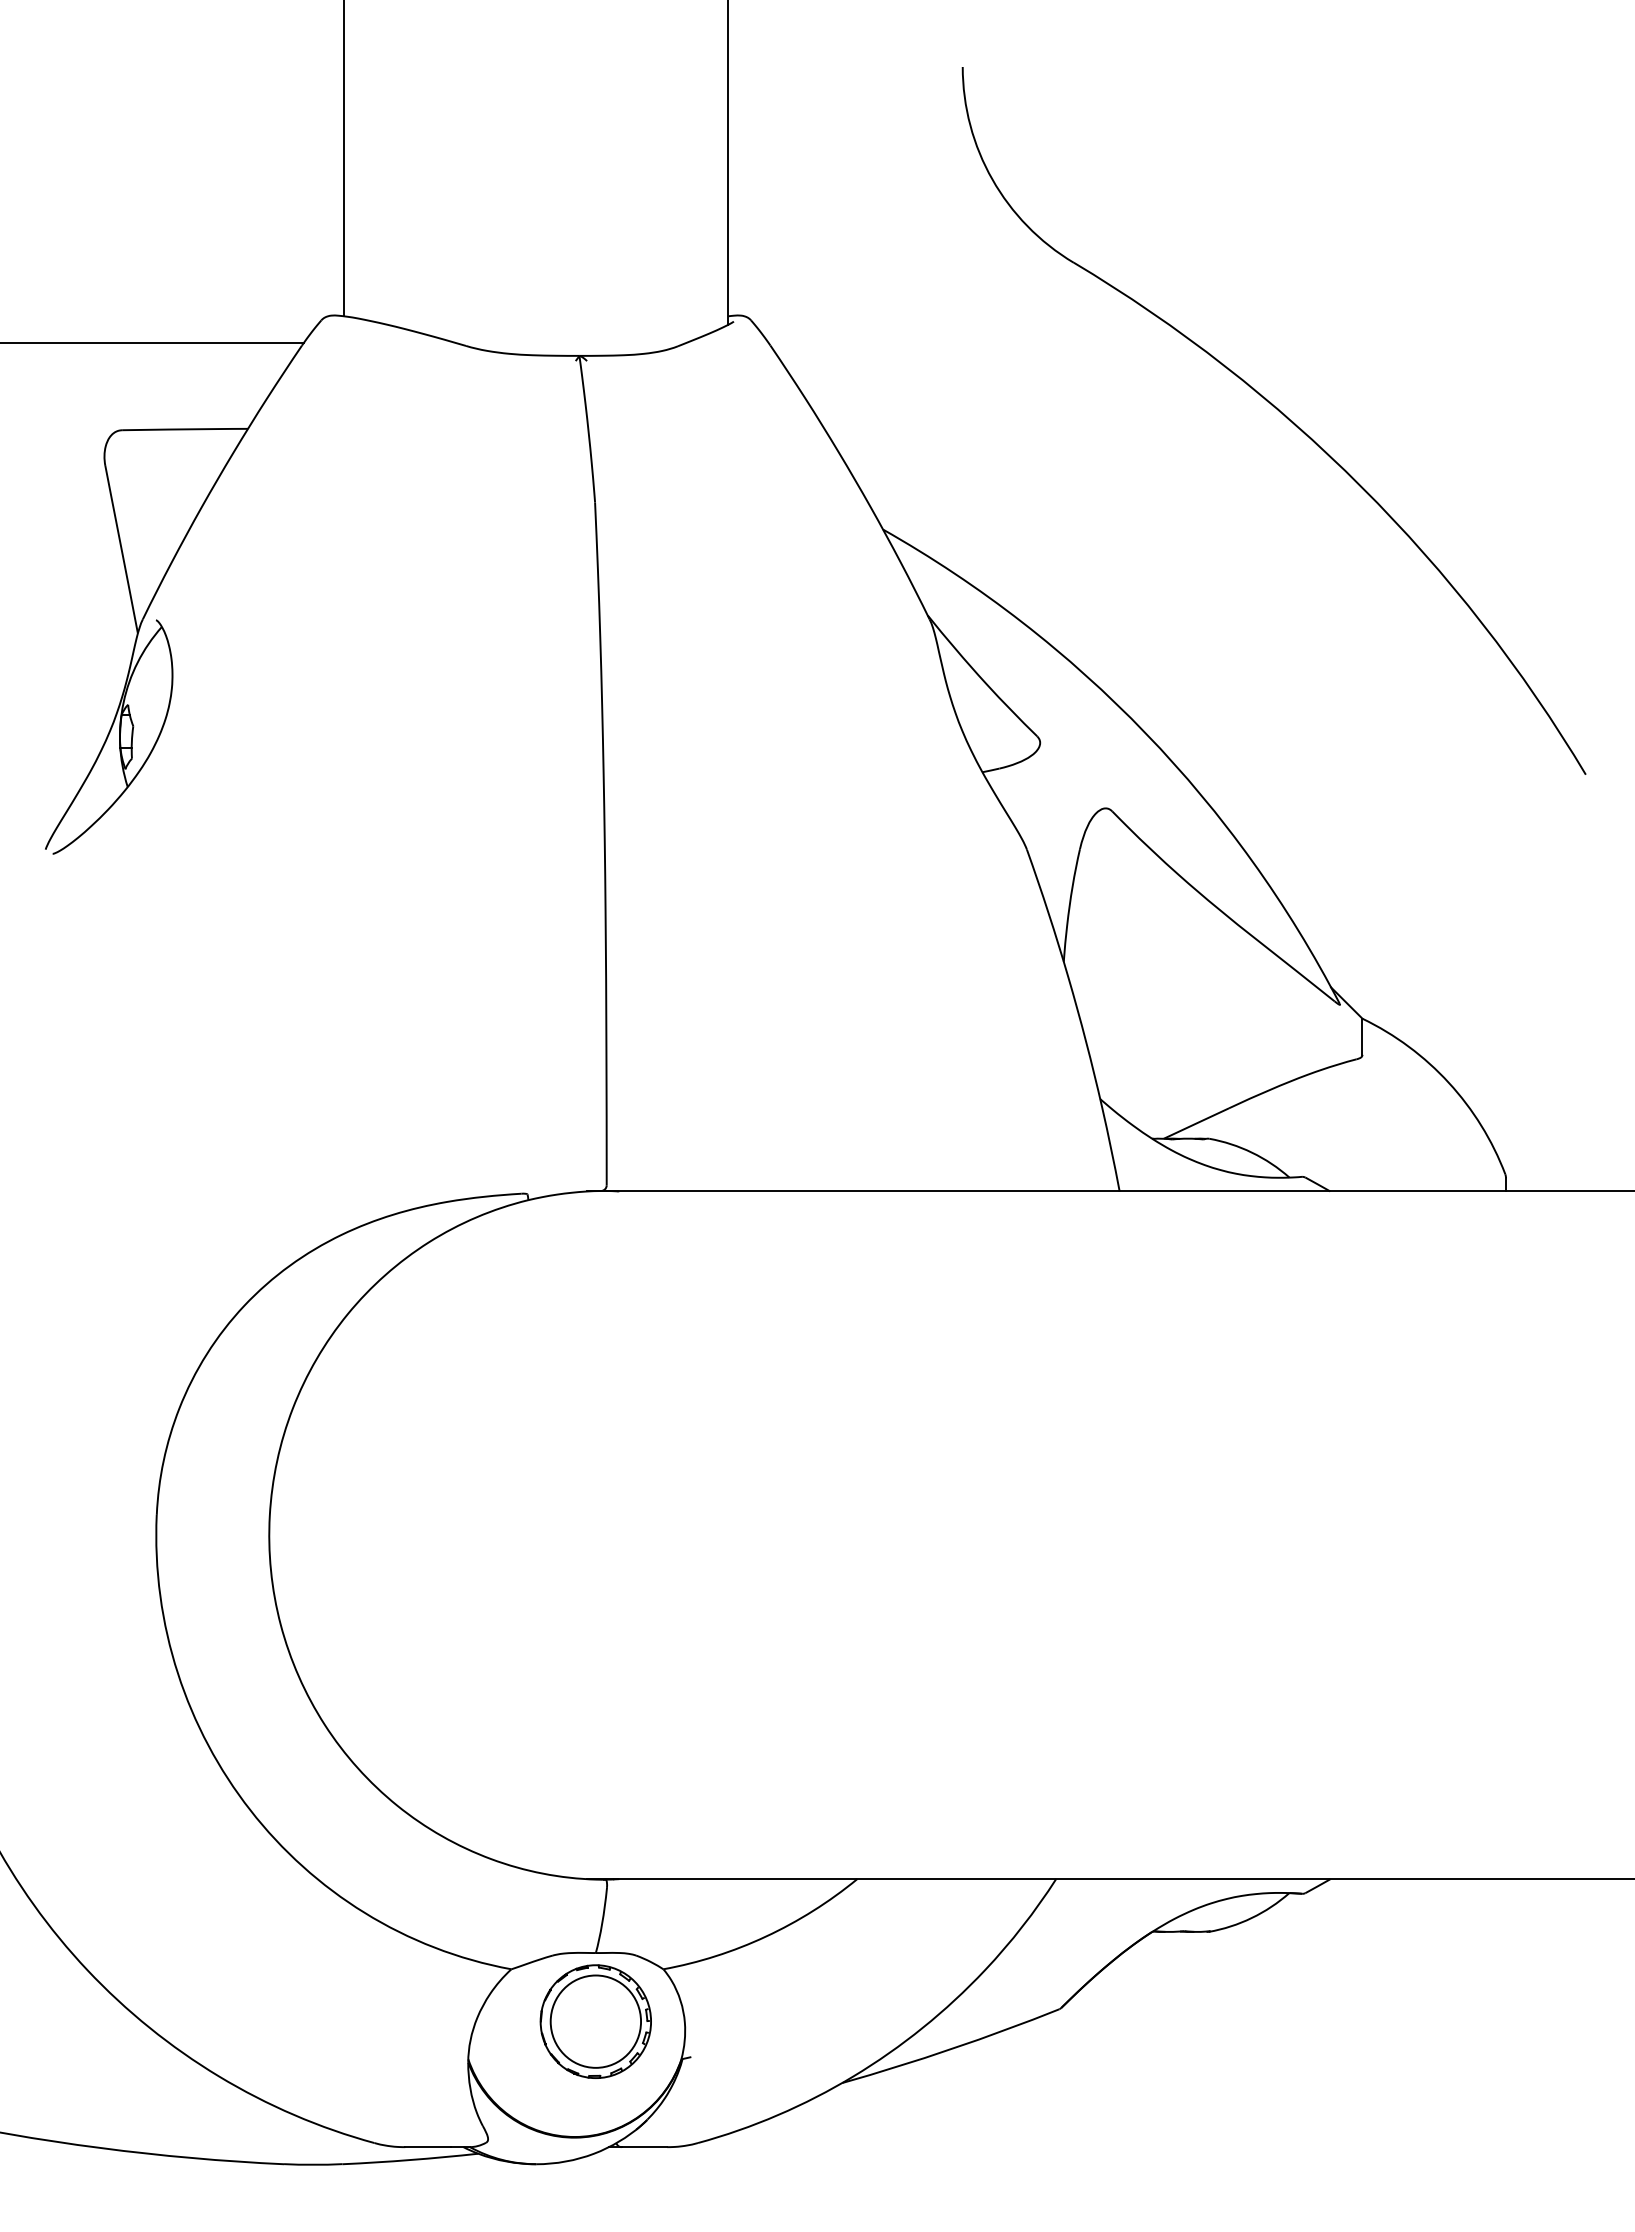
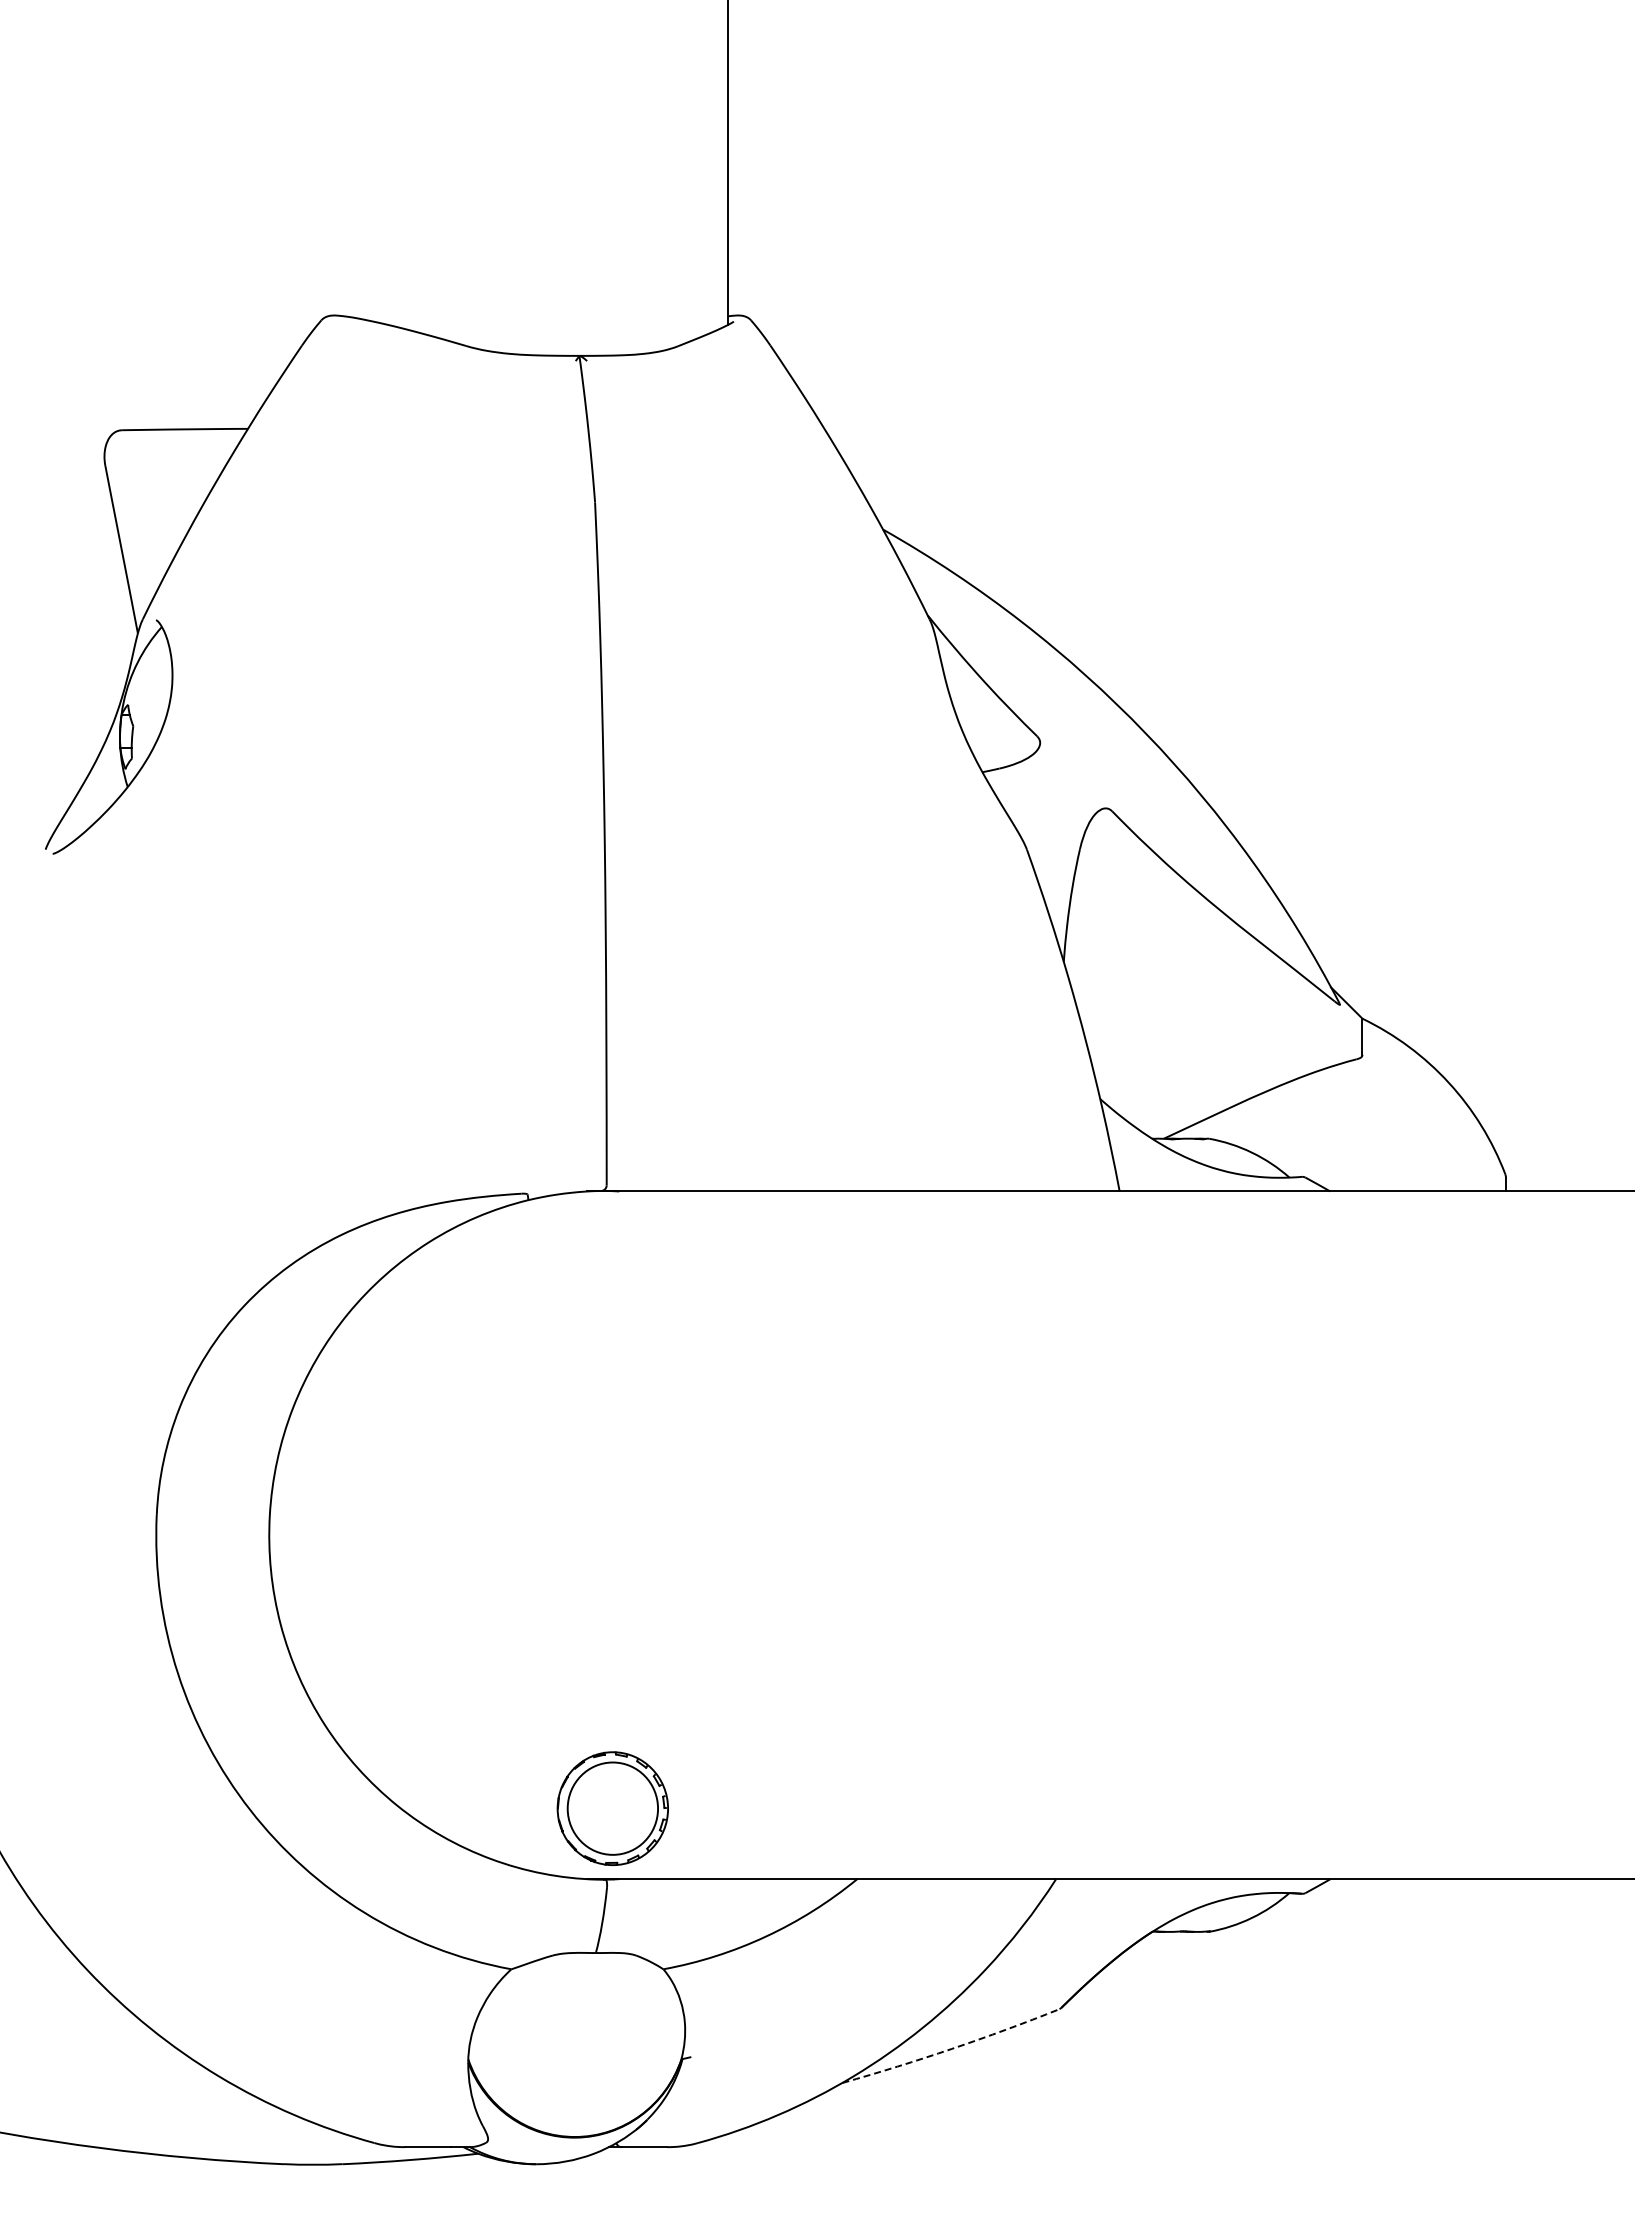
line at (344, 159): present -> none
line at (153, 342): present -> none
part at (1279, 412): present -> none
part at (595, 2021) position: (595, 2021) -> (612, 1808)
arc at (951, 2048): solid -> dashed
